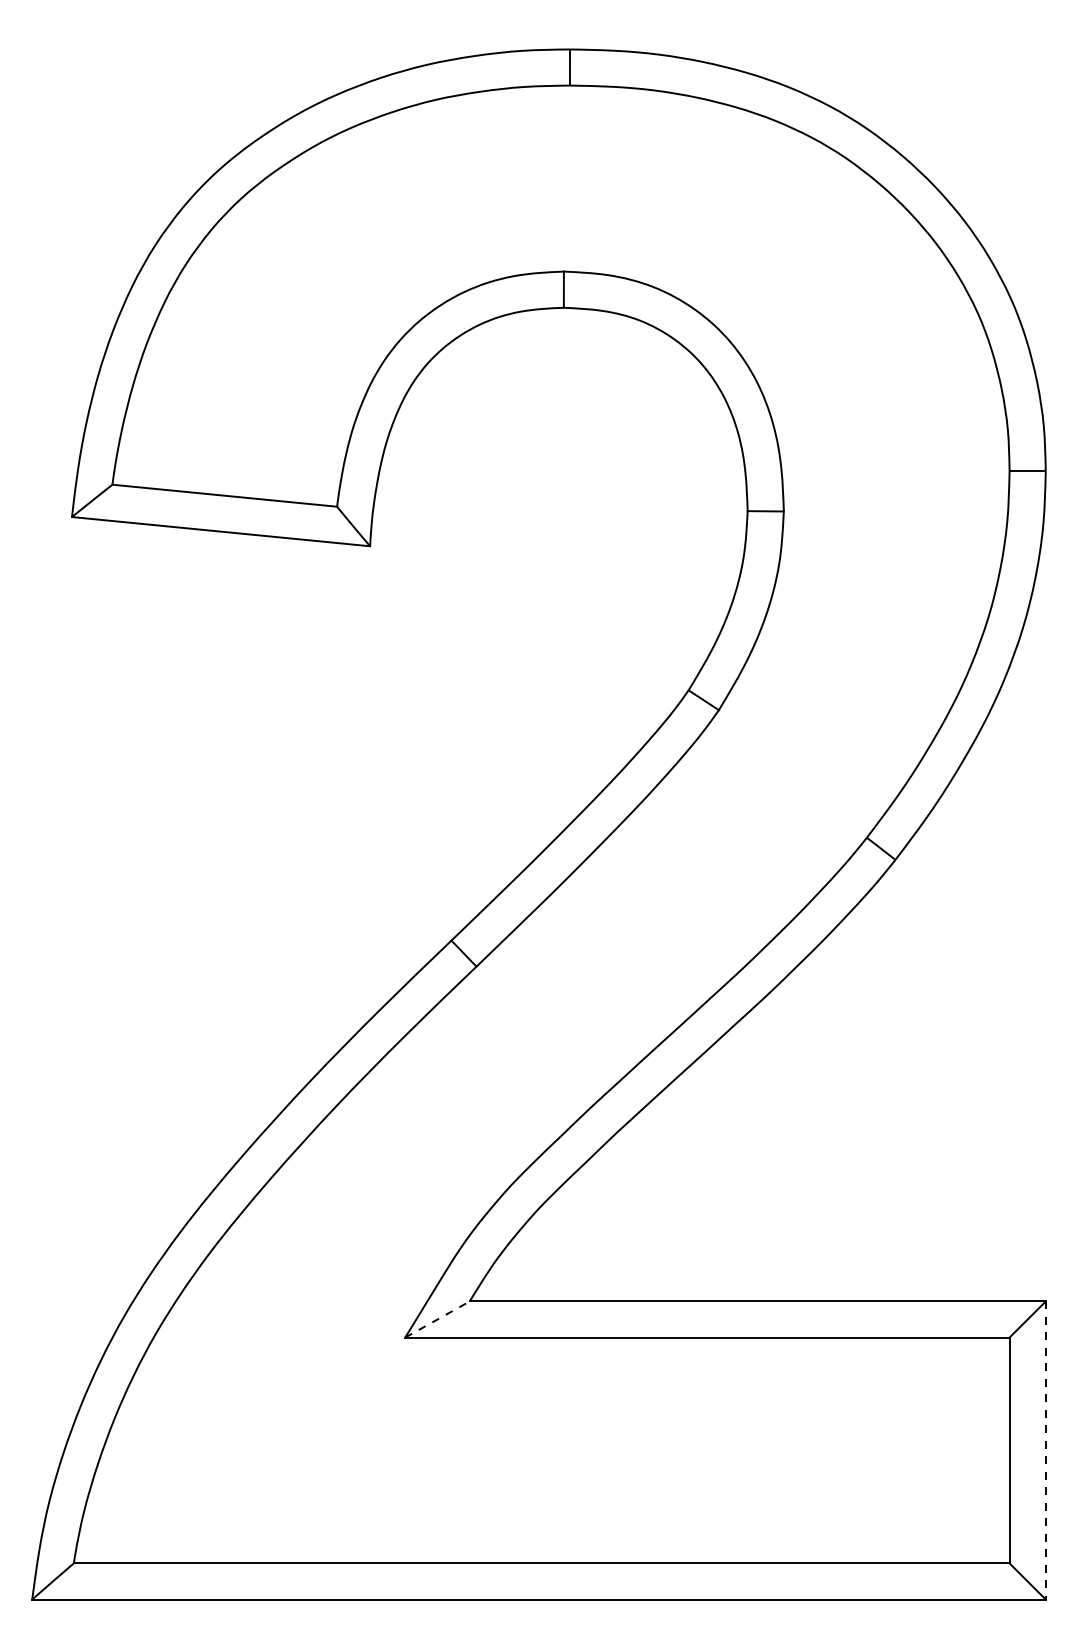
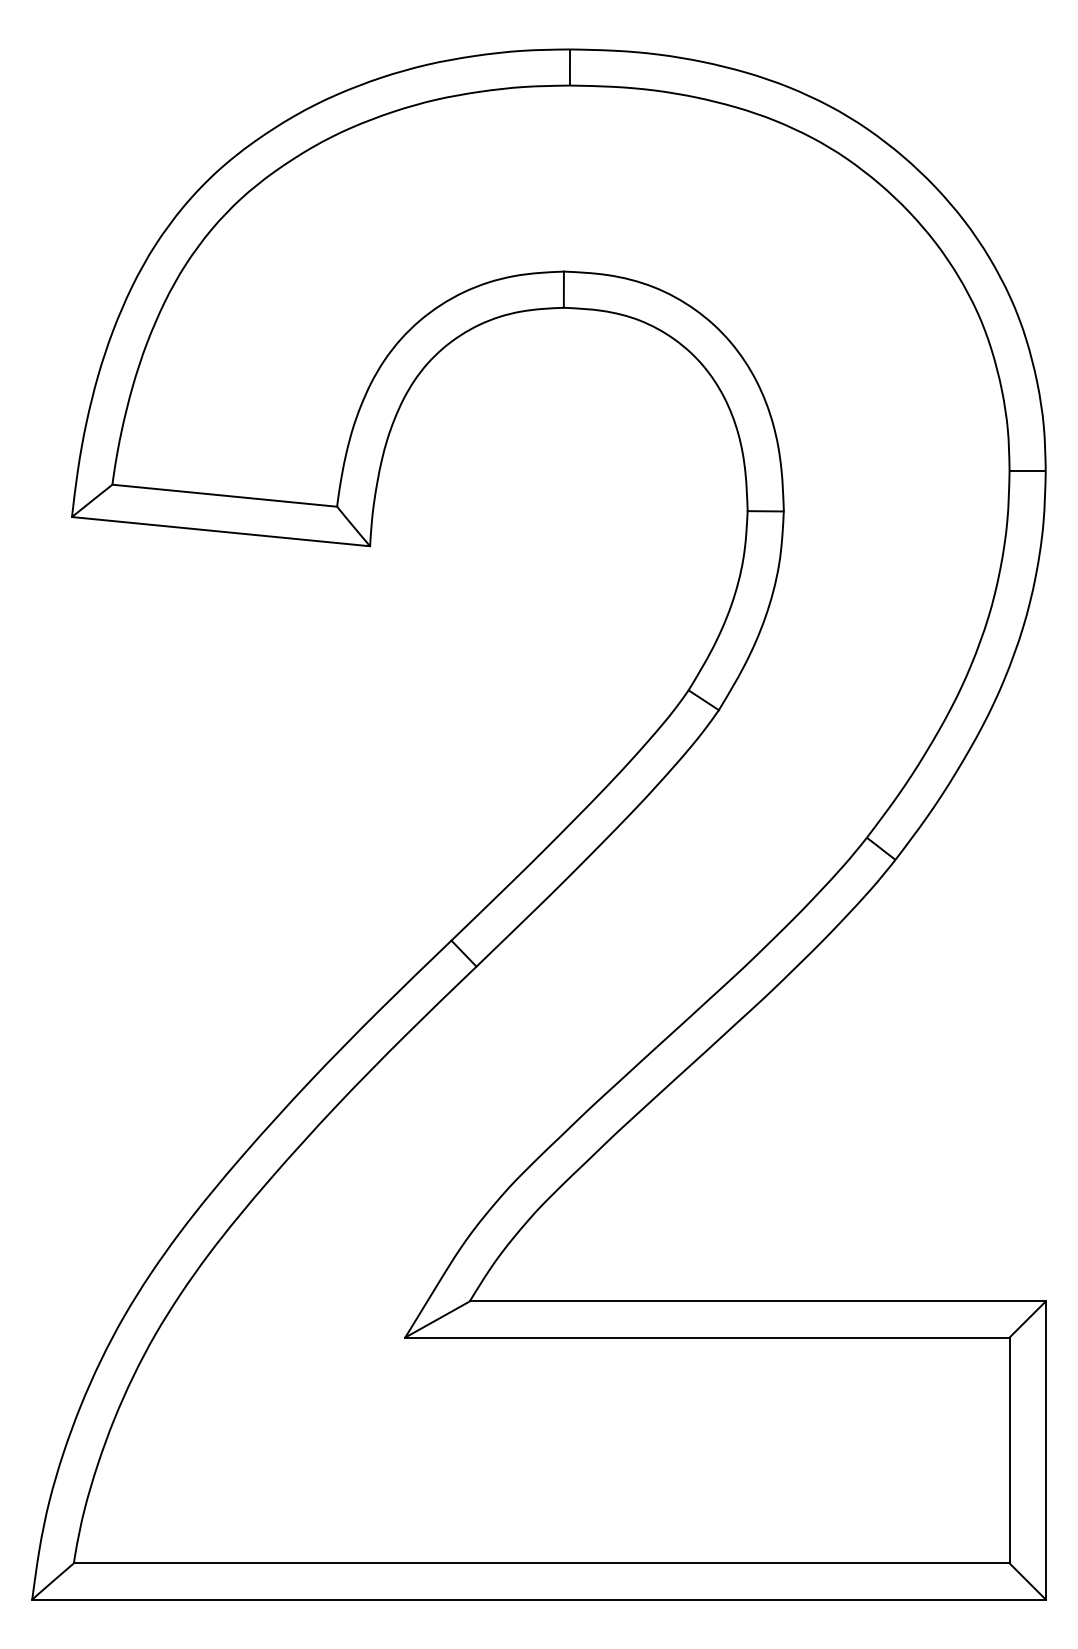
line at (437, 1319): dashed -> solid
line at (1045, 1451): dashed -> solid
